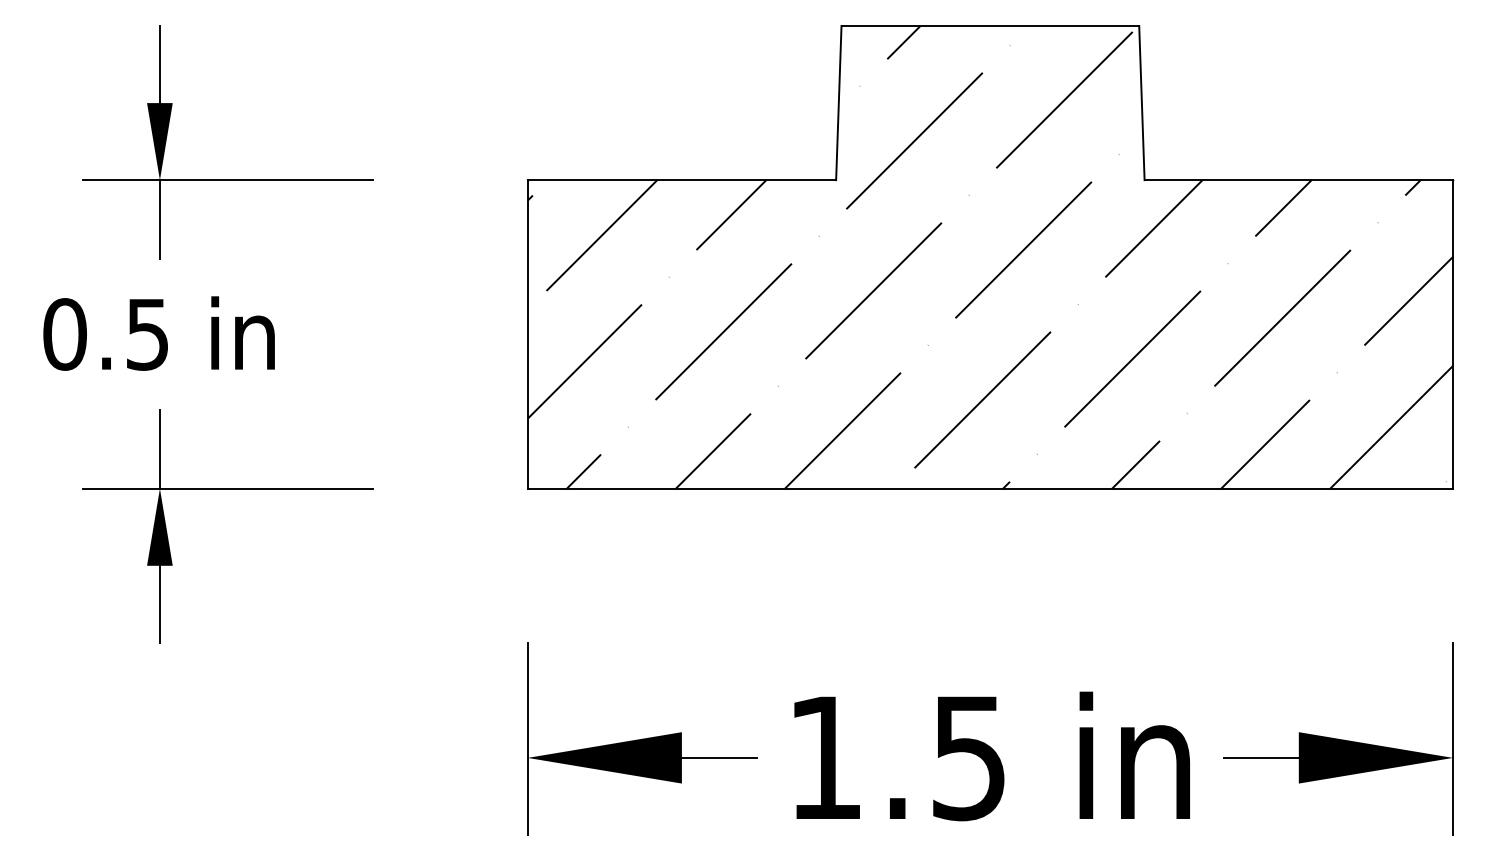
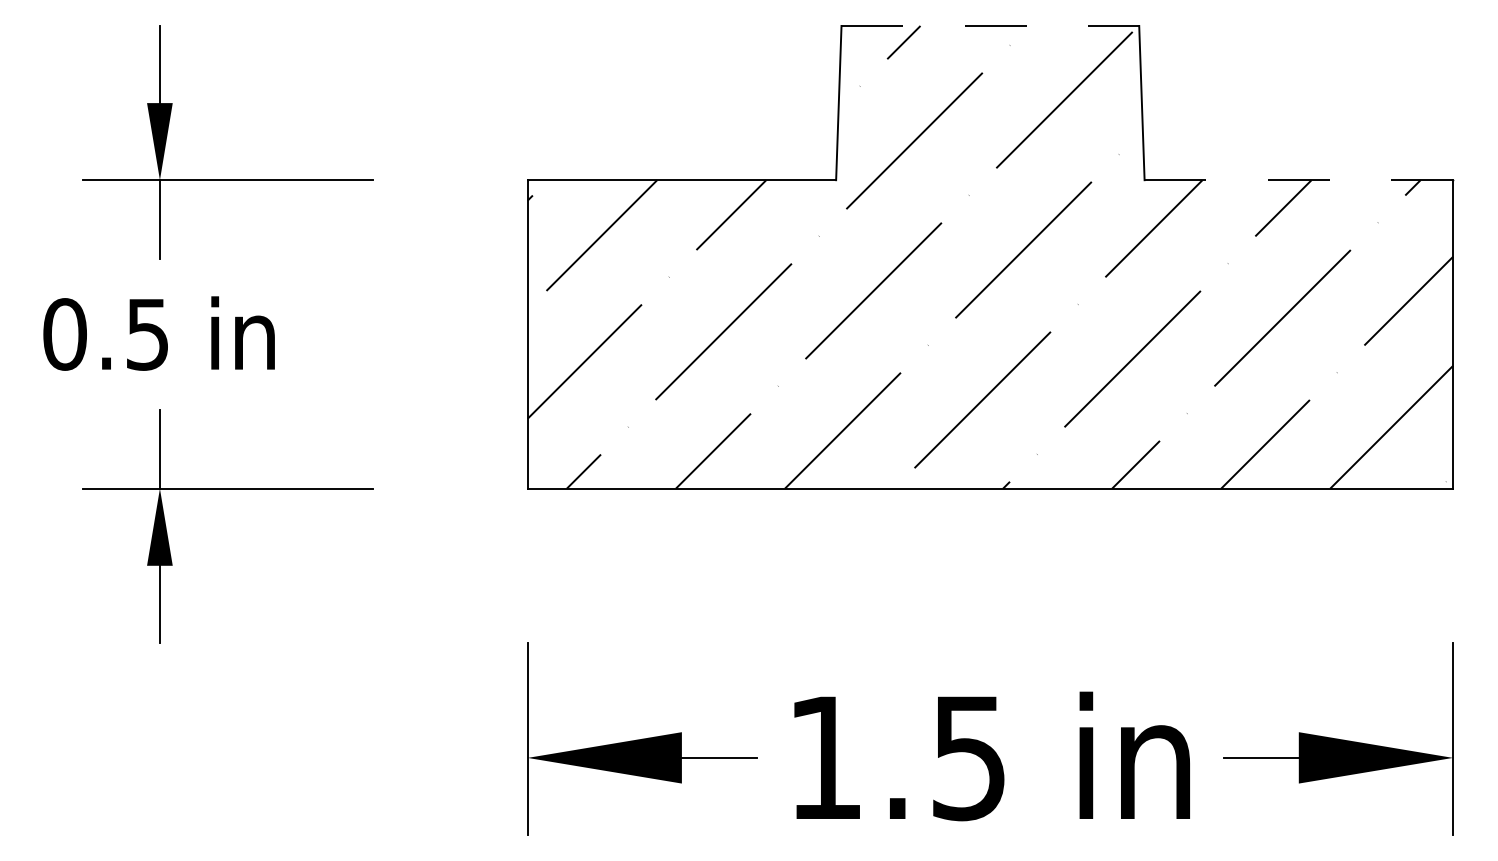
line at (990, 25): solid -> dashed
line at (1298, 180): solid -> dashed
